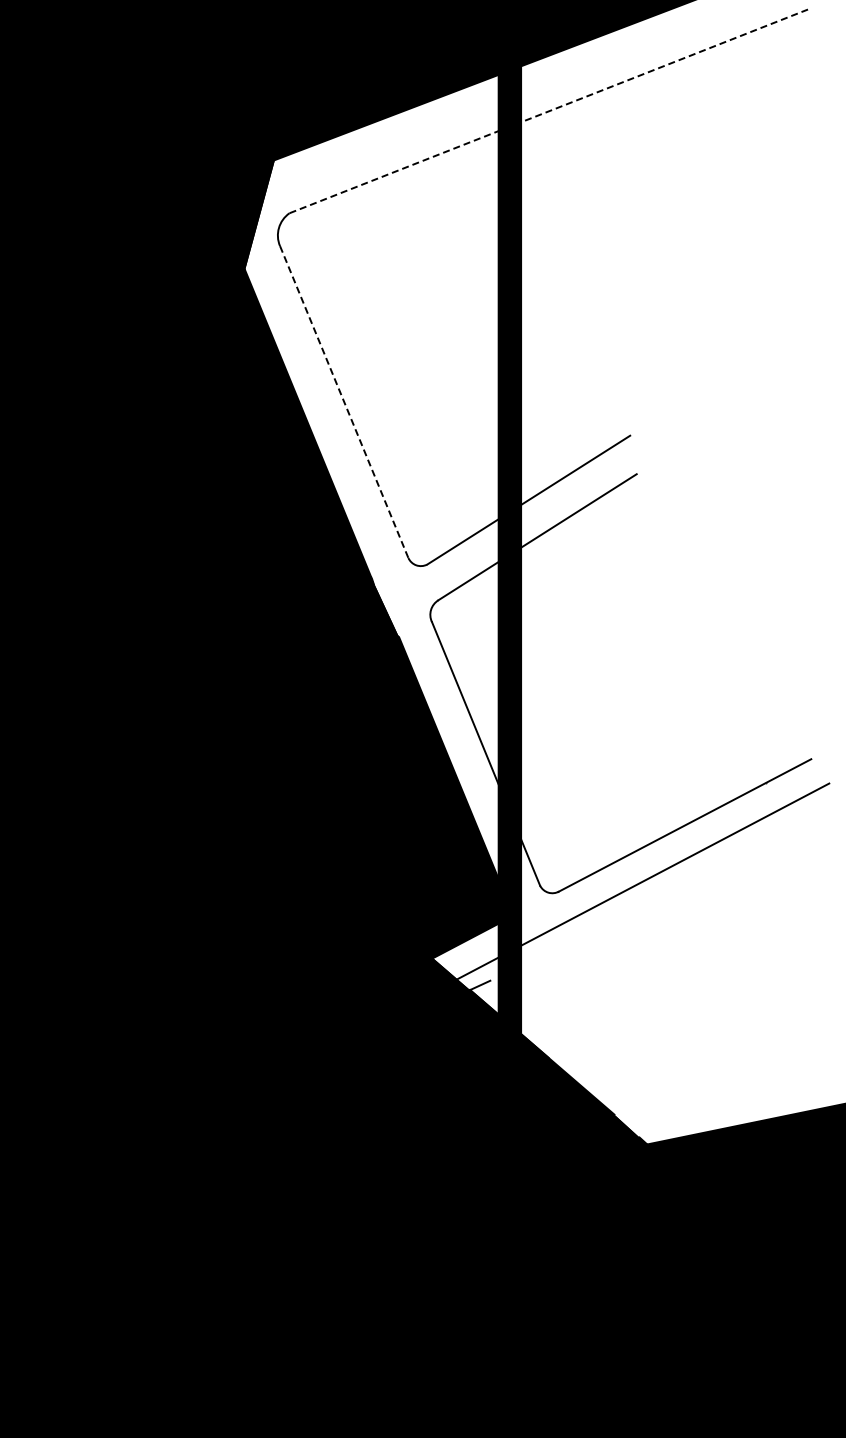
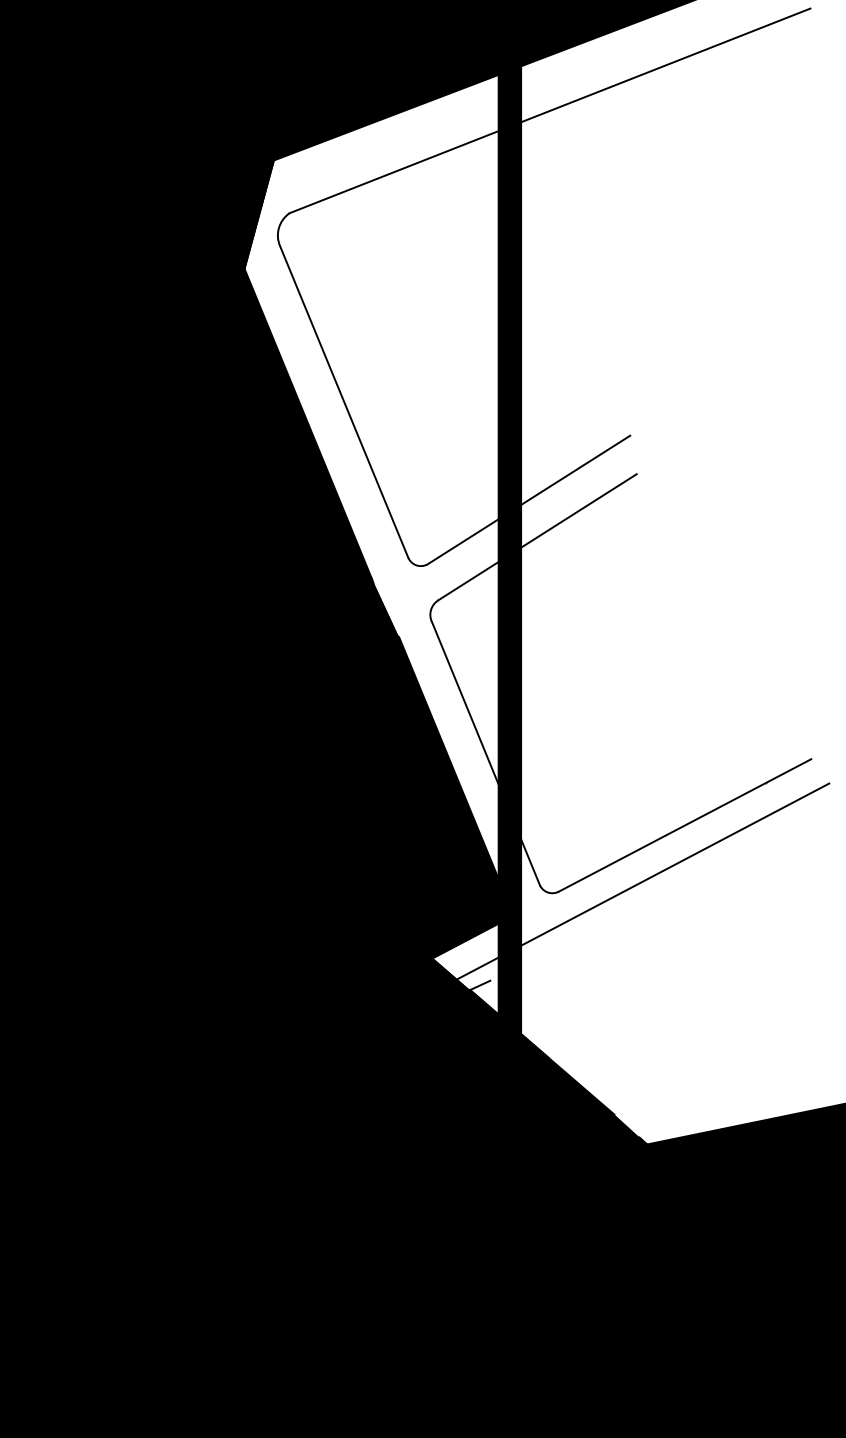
line at (550, 110): dashed -> solid
line at (344, 402): dashed -> solid
